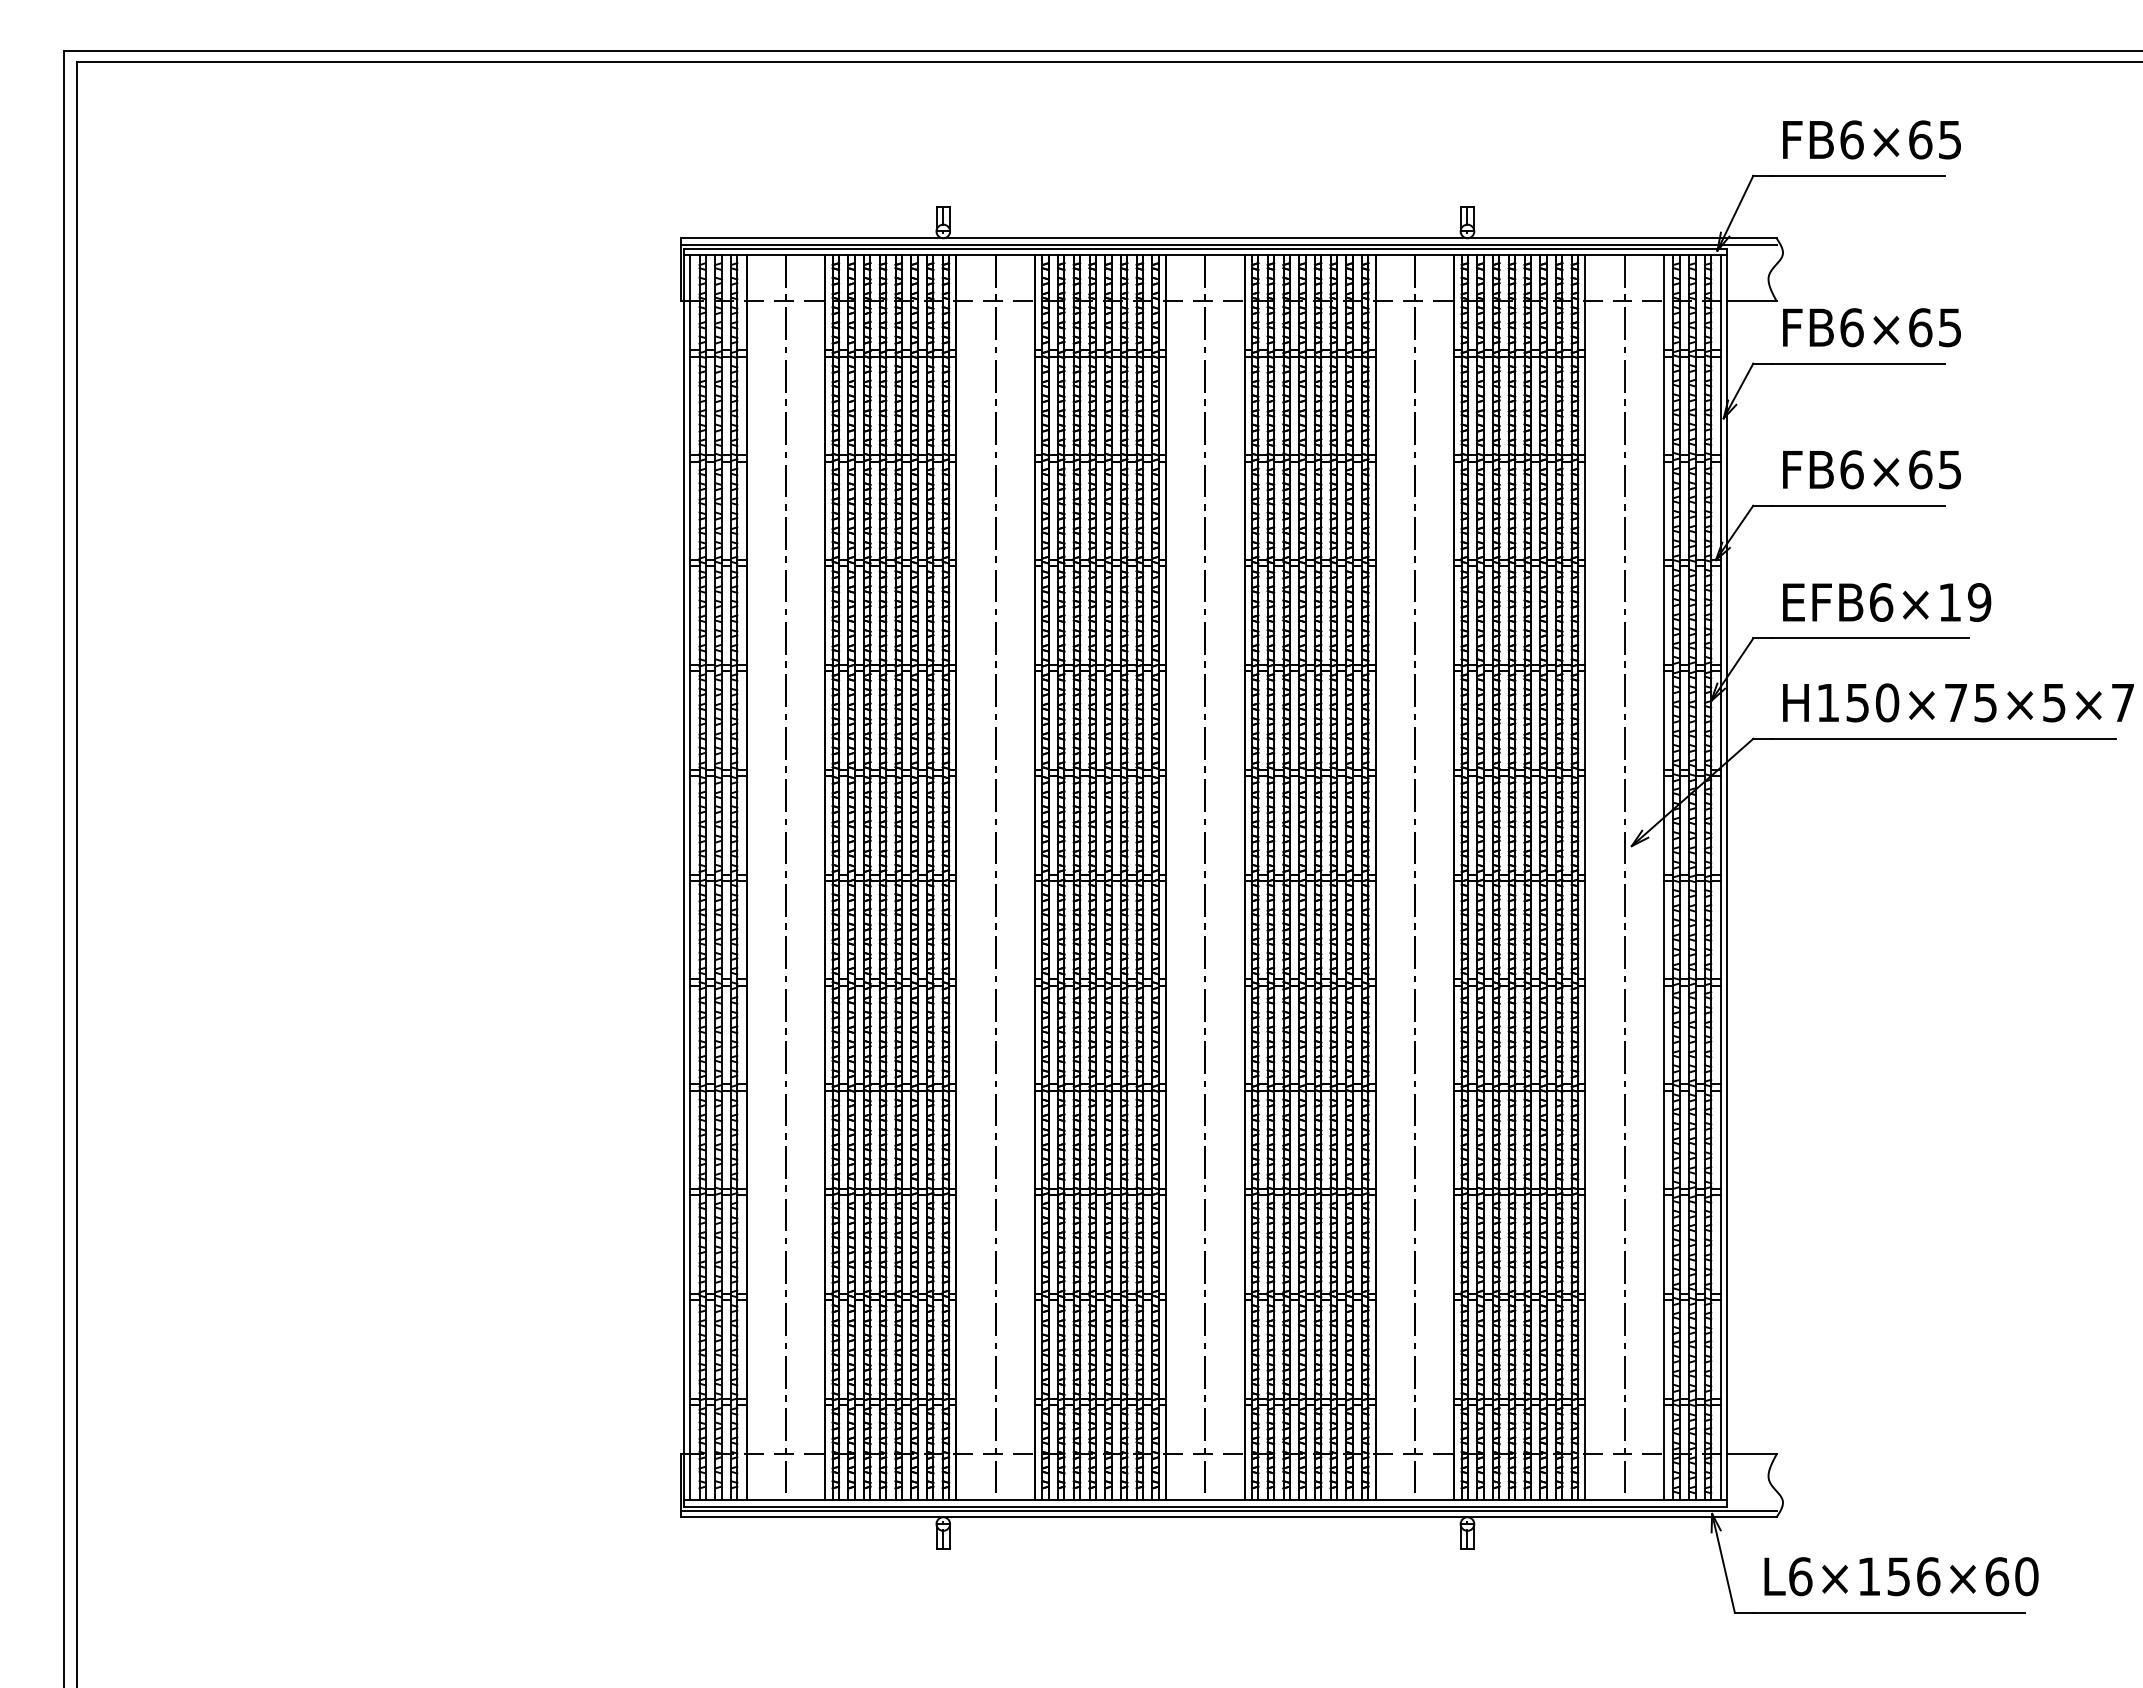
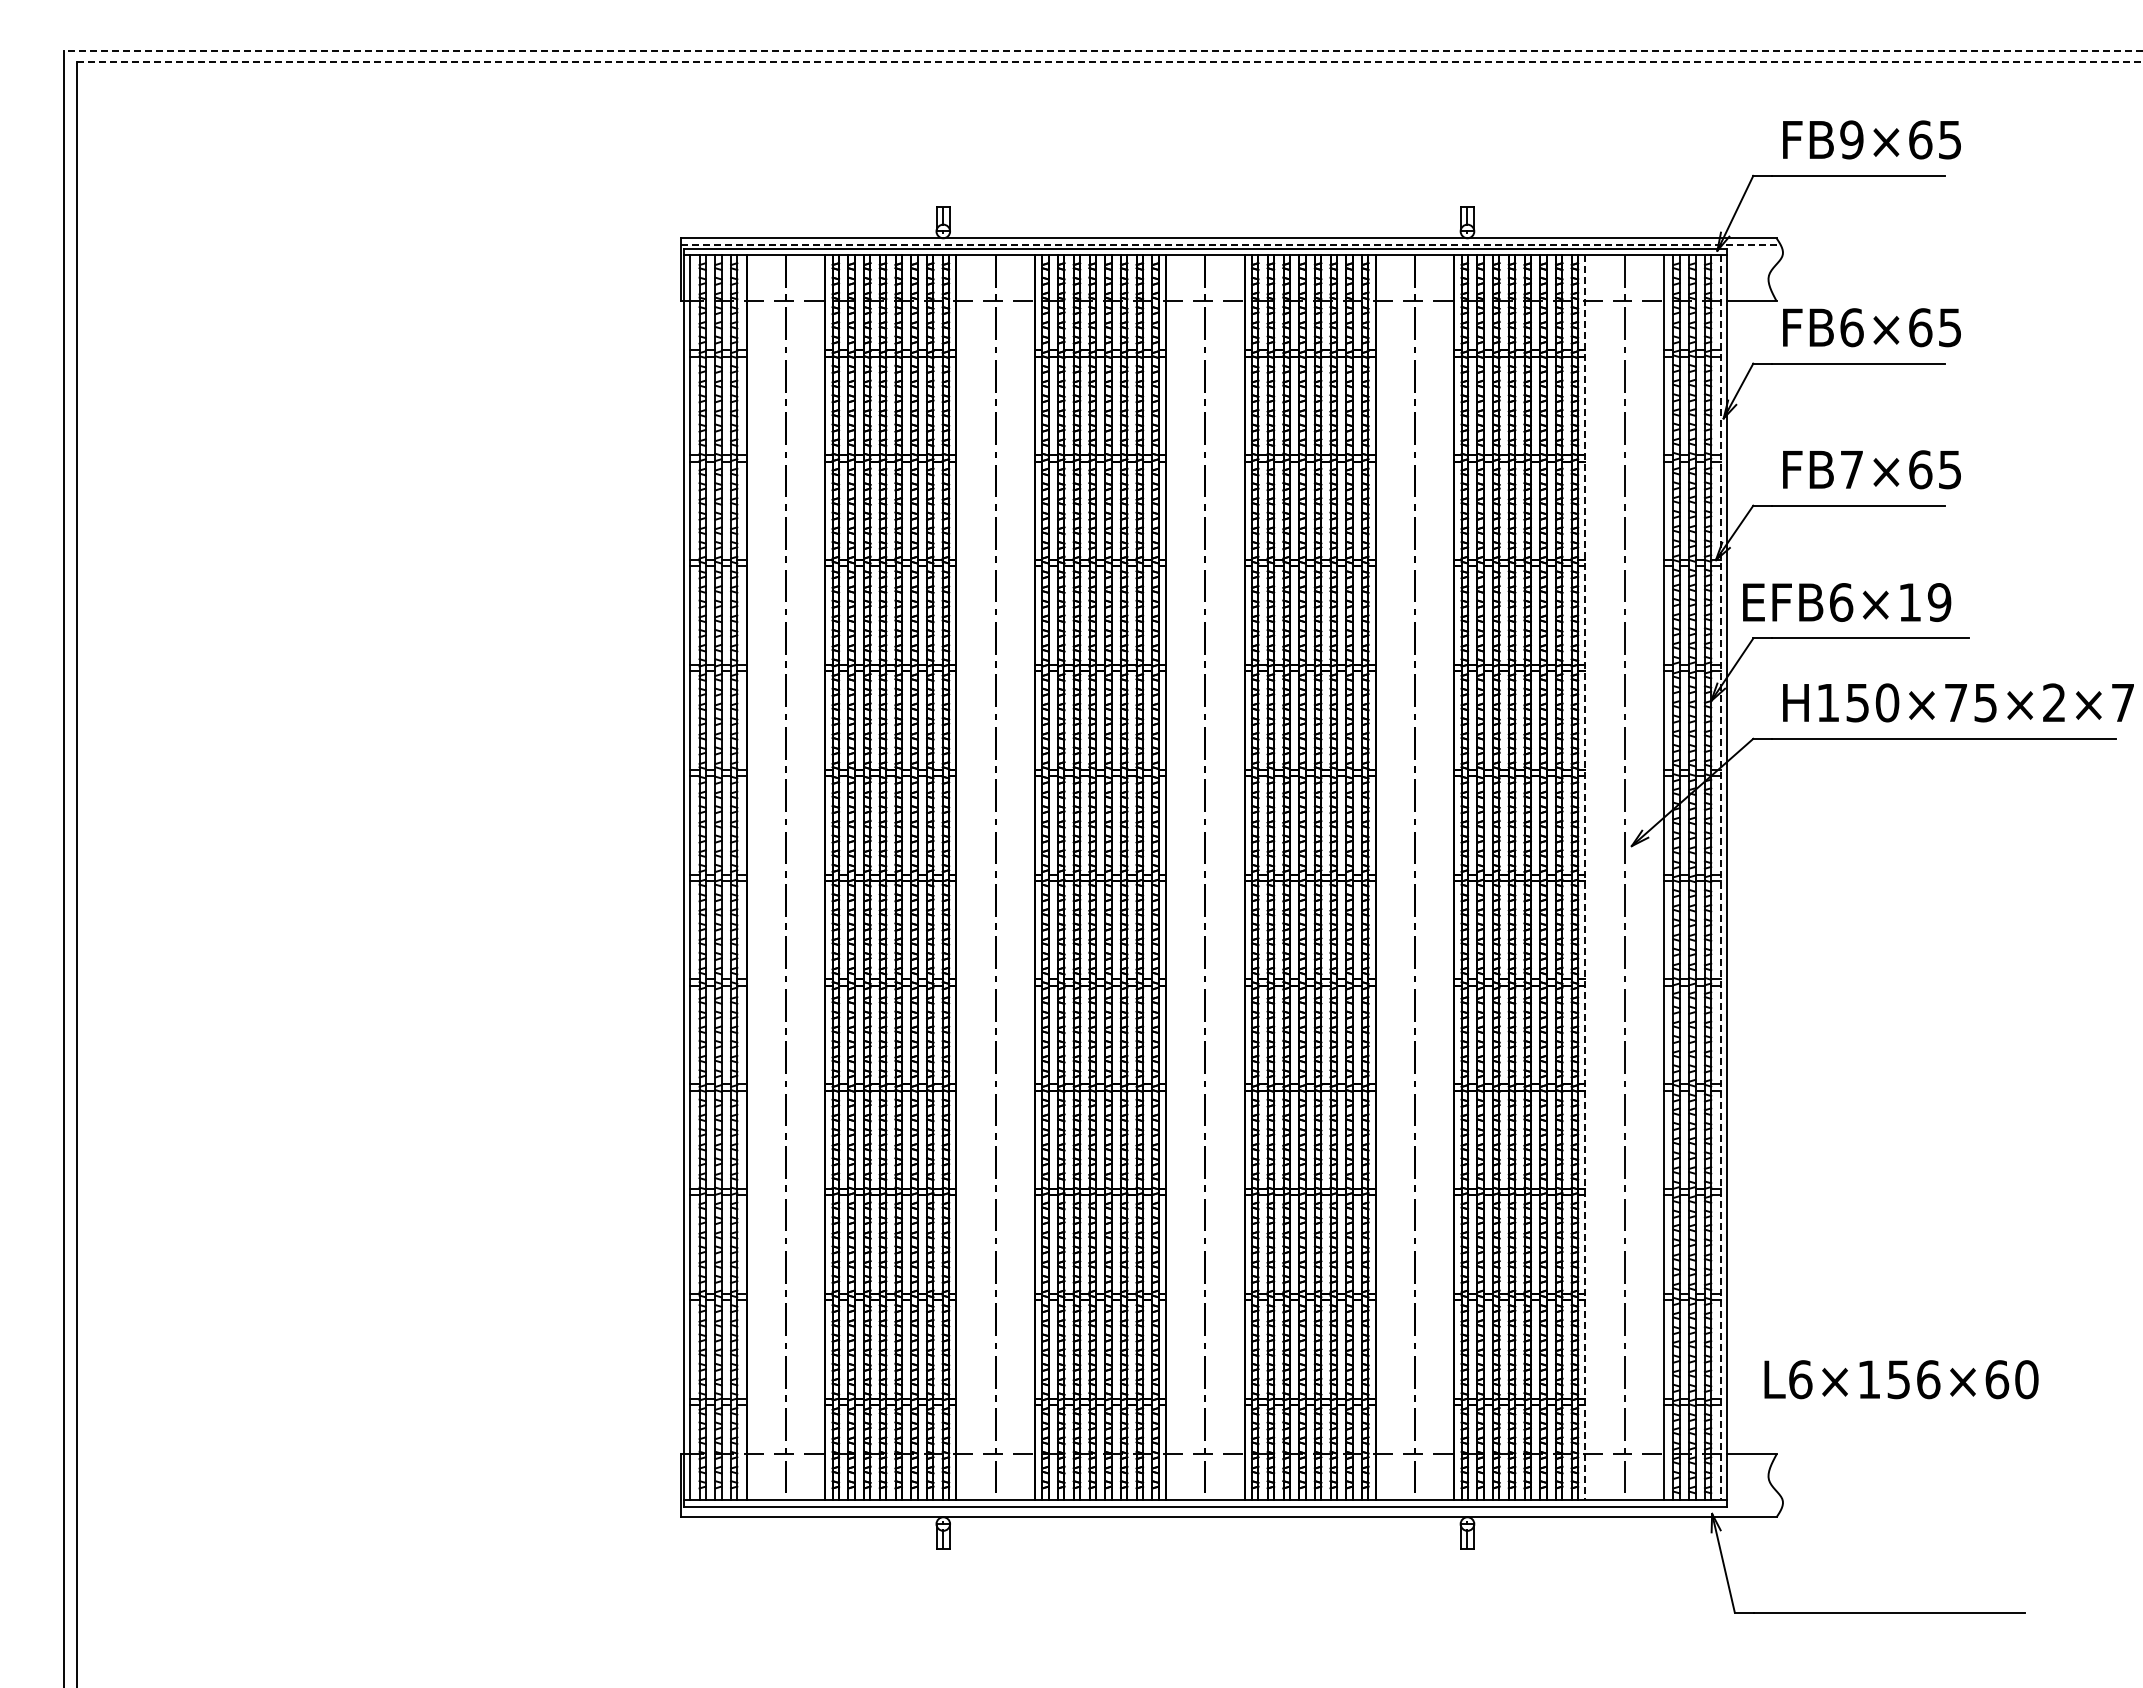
line at (1103, 50): solid -> dashed
line at (1109, 62): solid -> dashed
text at (1851, 139): FB6×65 -> FB9×65
line at (1228, 244): solid -> dashed
text at (1851, 469): FB6×65 -> FB7×65
text at (1887, 602) position: (1887, 602) -> (1847, 602)
text at (2054, 702): H150×75×5×7 -> H150×75×2×7
line at (1585, 877): solid -> dashed
line at (1720, 877): solid -> dashed
line at (1228, 1510): present -> none
text at (1901, 1576) position: (1901, 1576) -> (1901, 1379)
